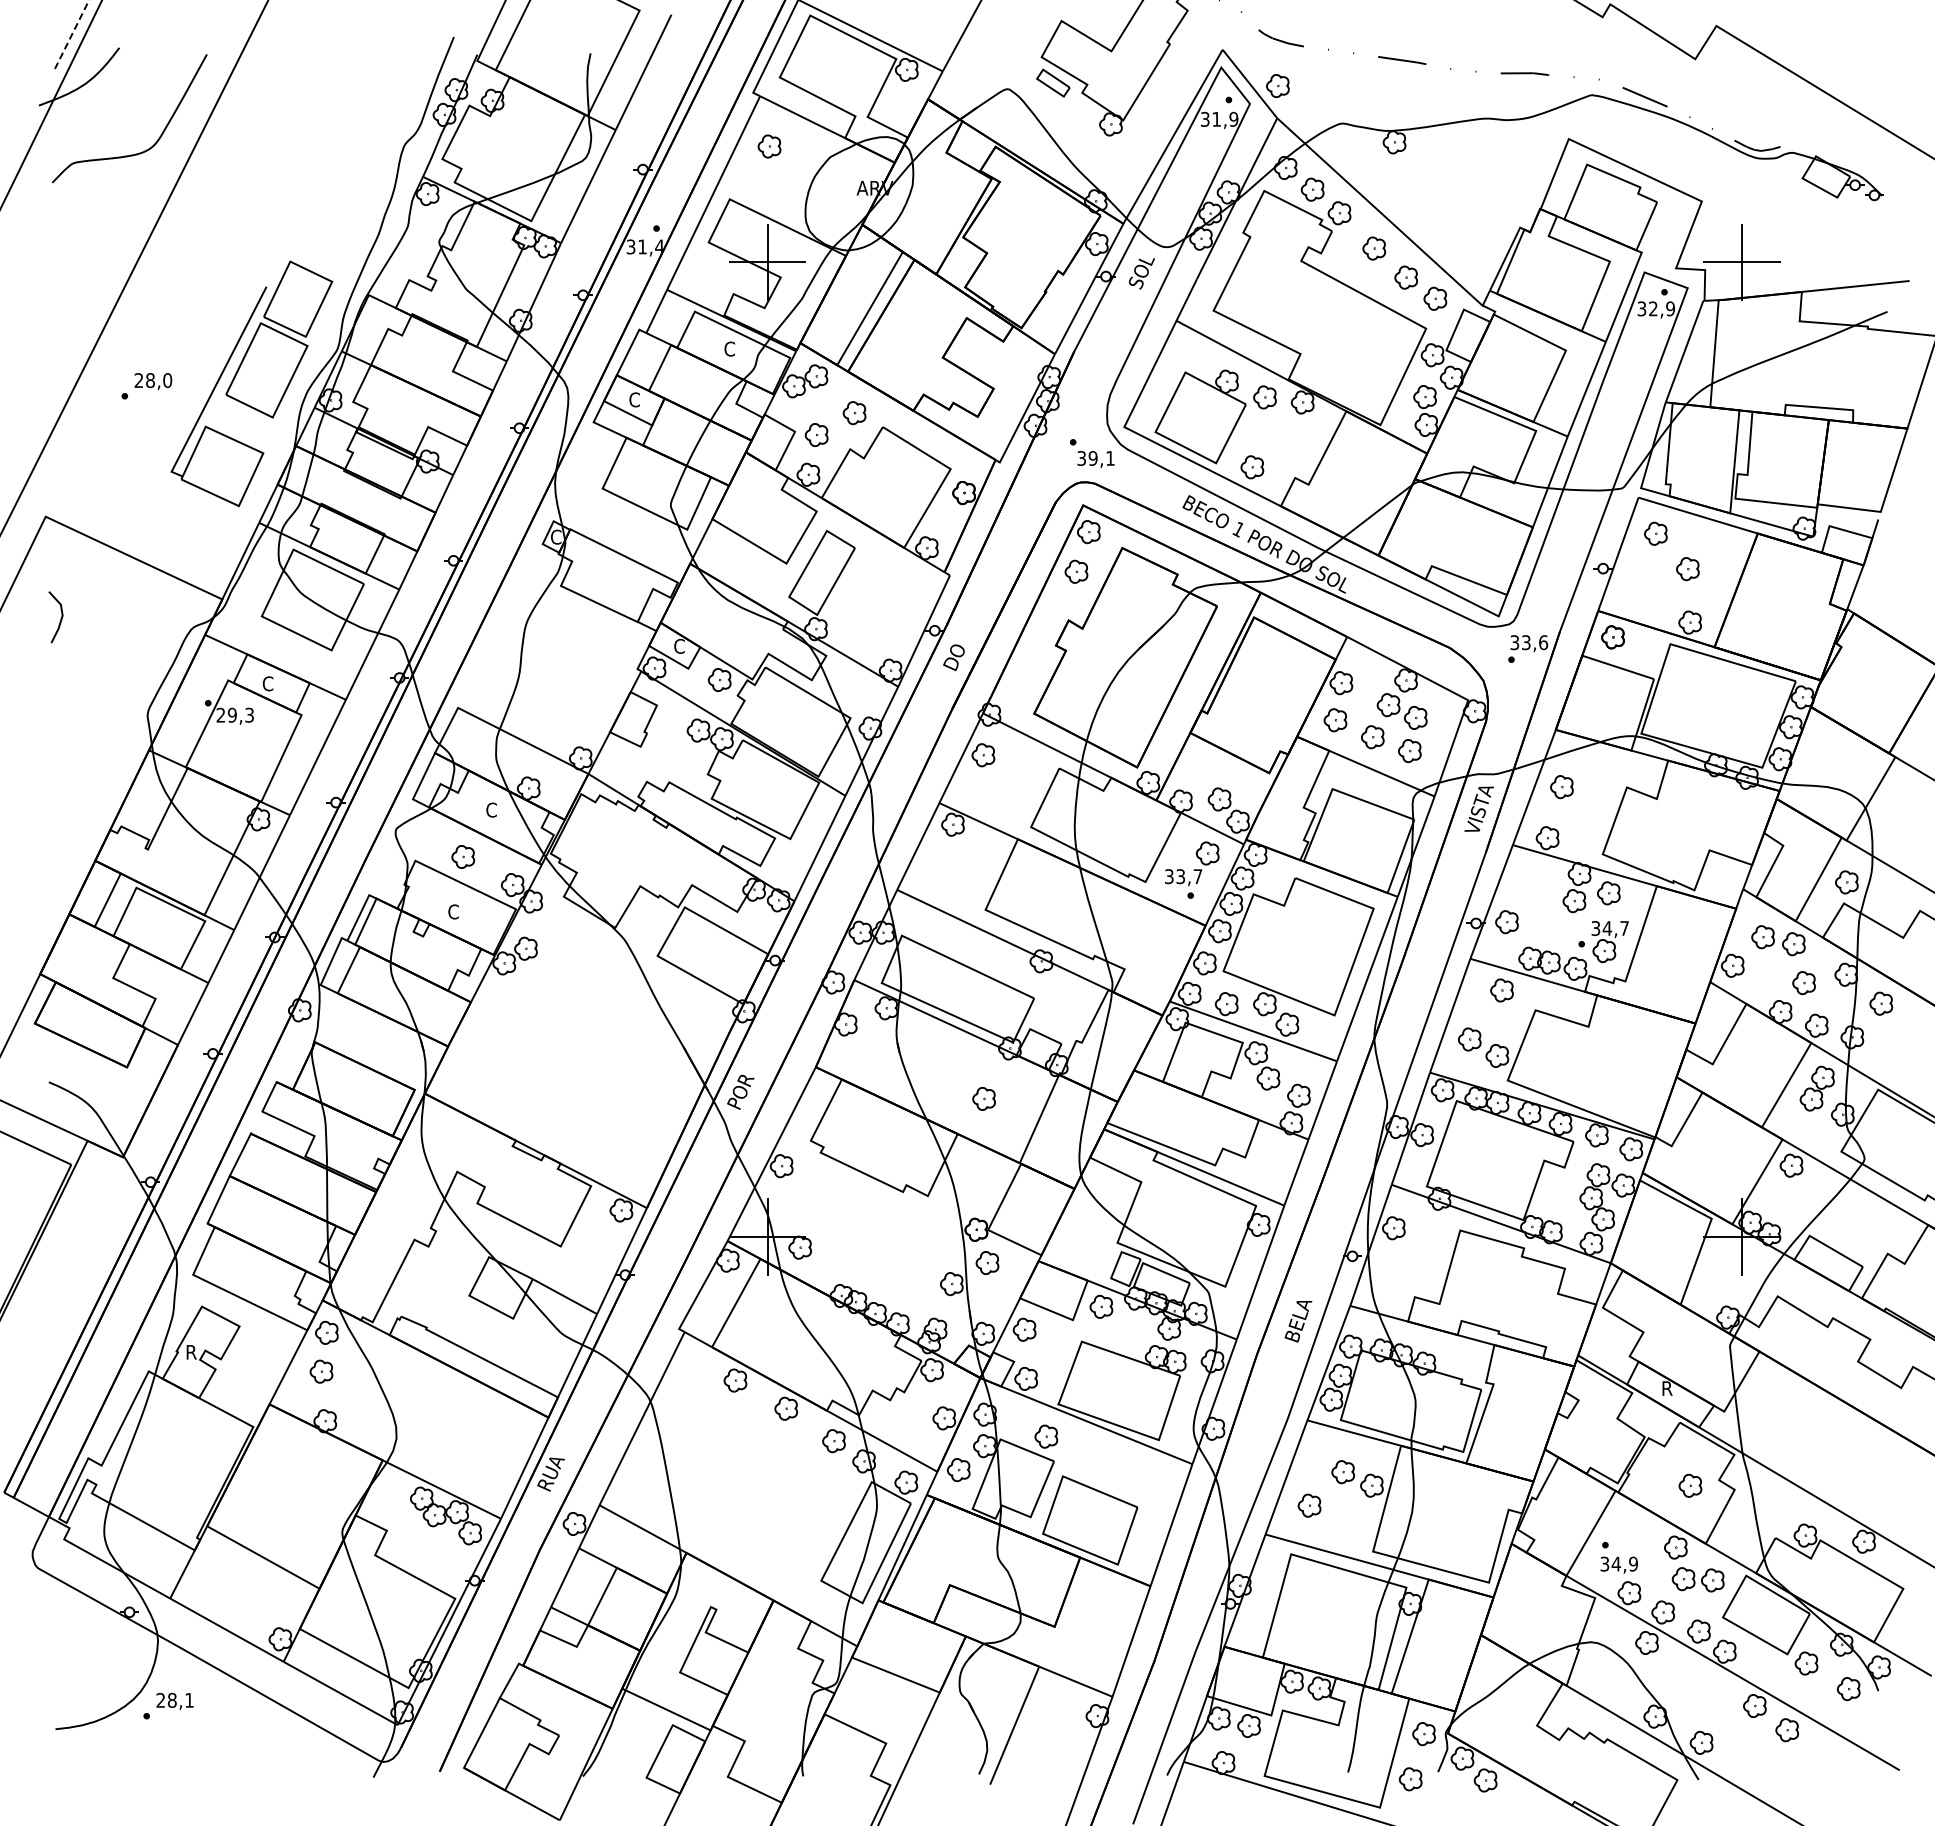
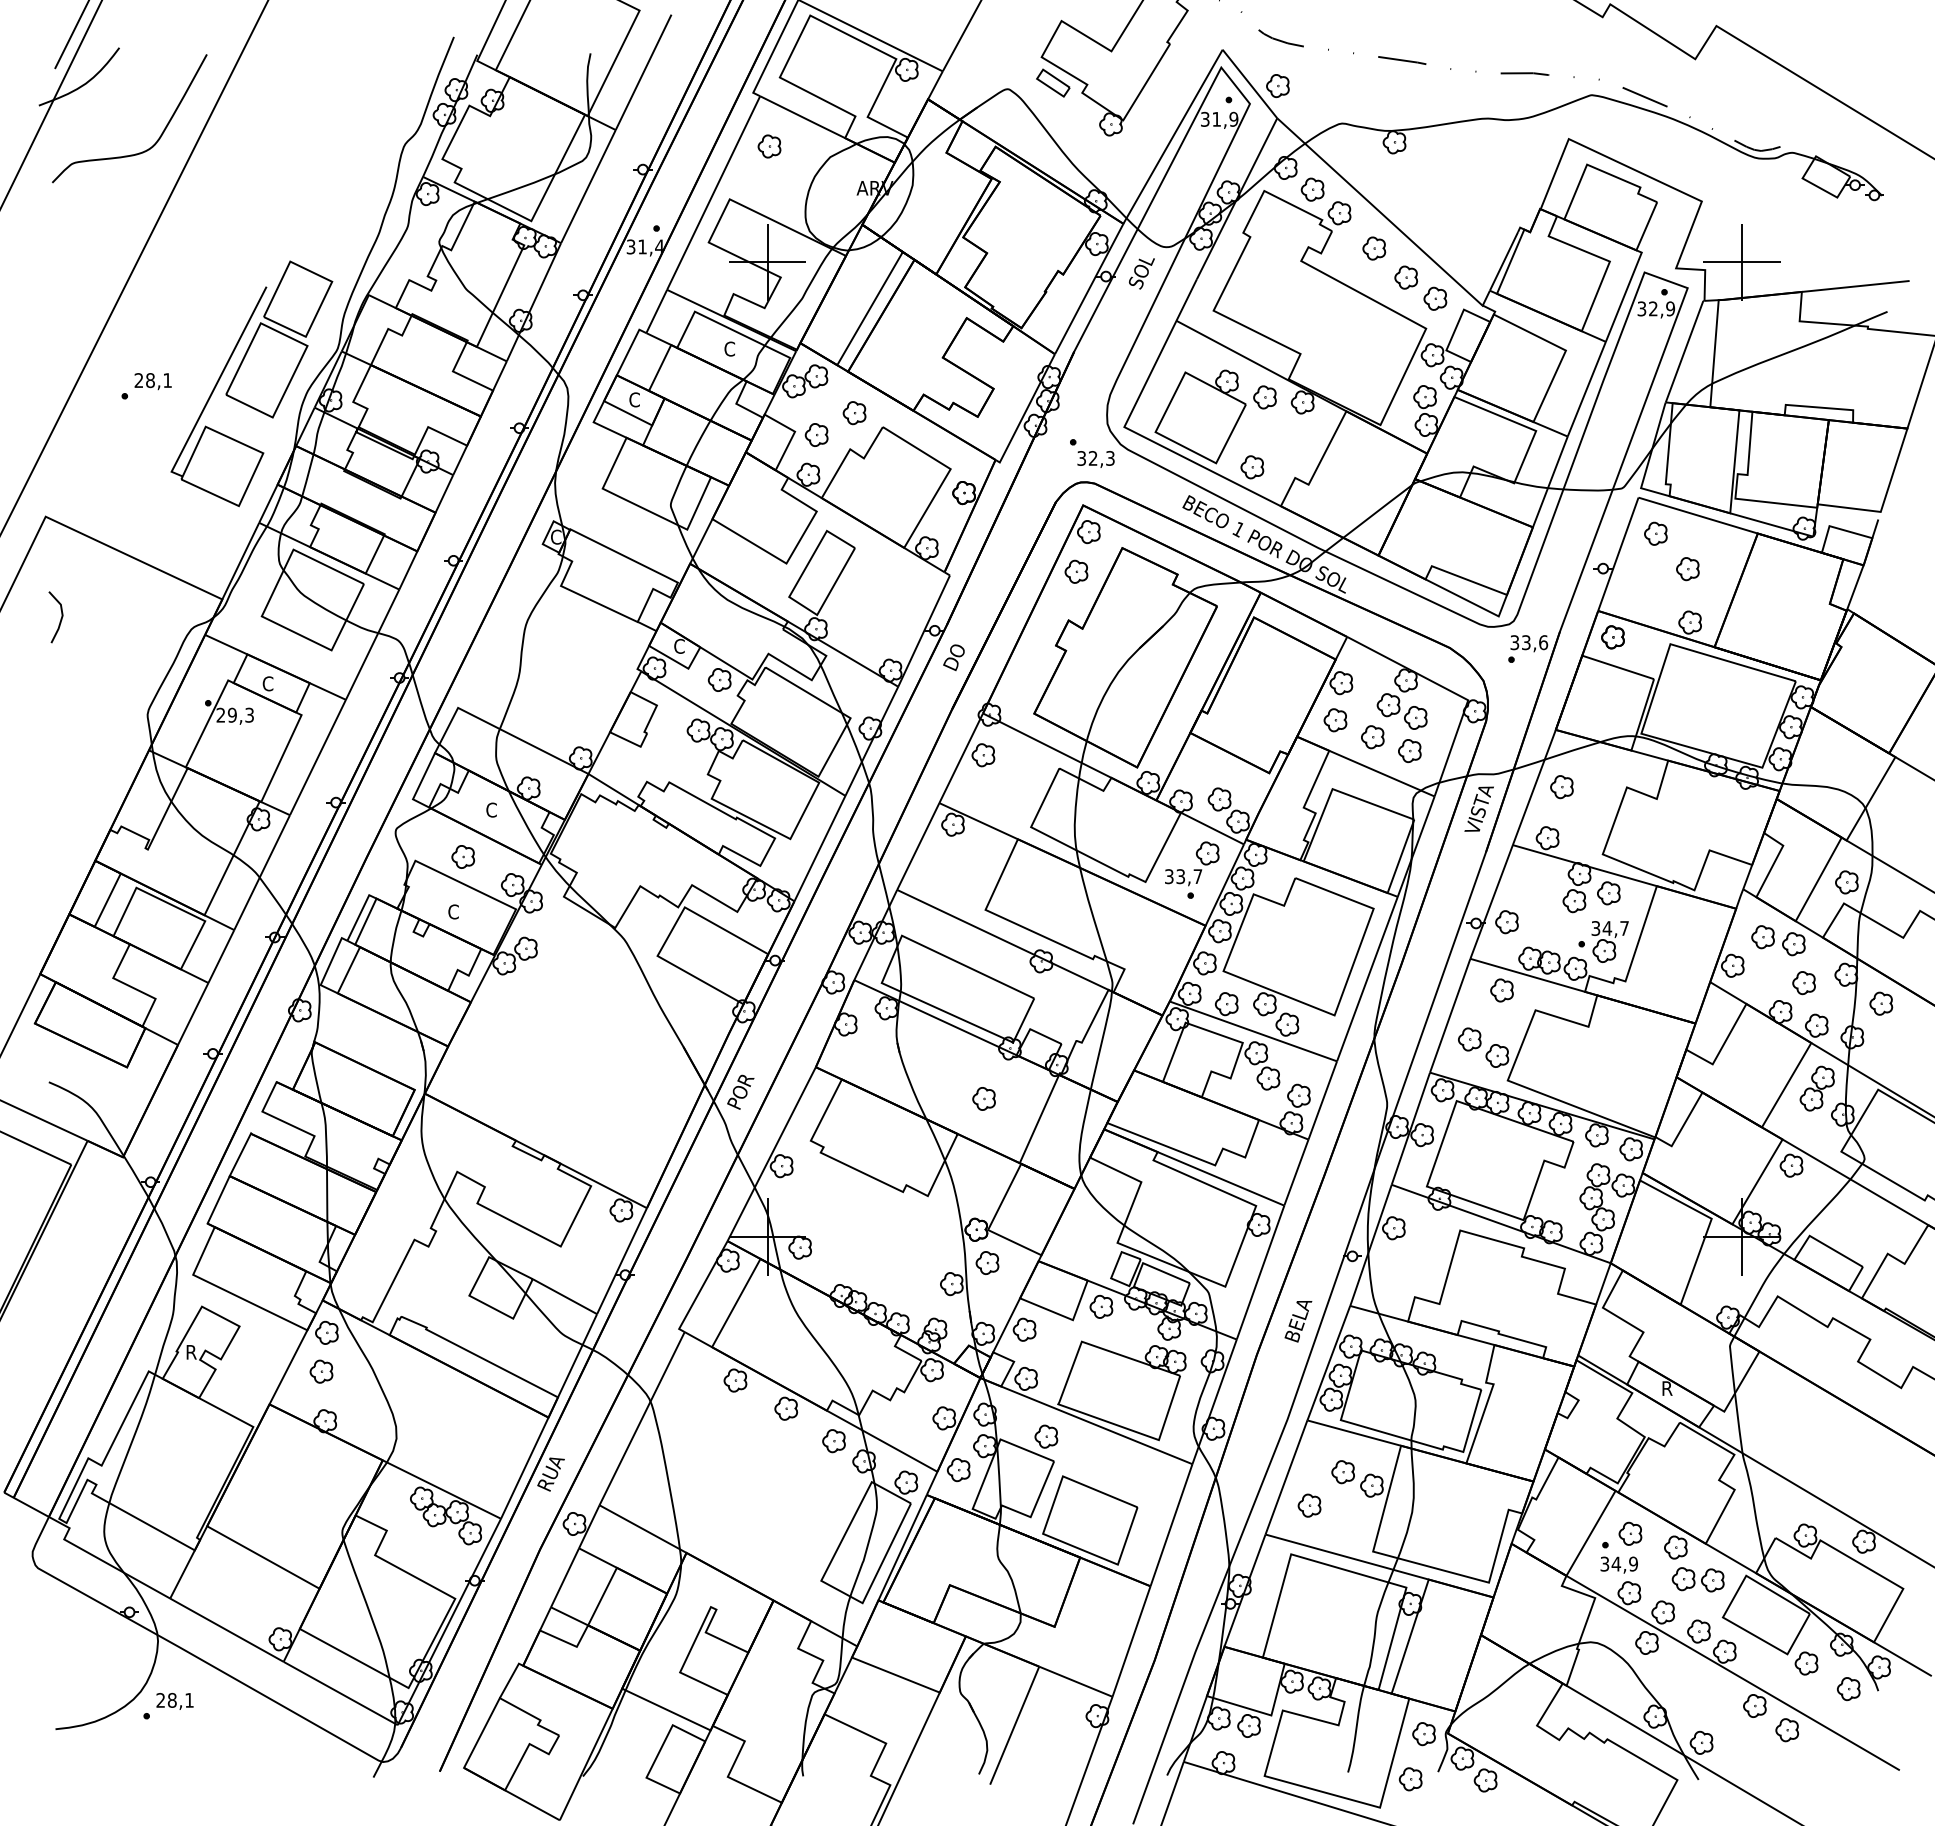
line at (71, 35): dashed -> solid
text at (167, 380): 28,0 -> 28,1
text at (1101, 458): 39,1 -> 32,3
part at (1690, 1485) position: (1690, 1485) -> (1630, 1533)
